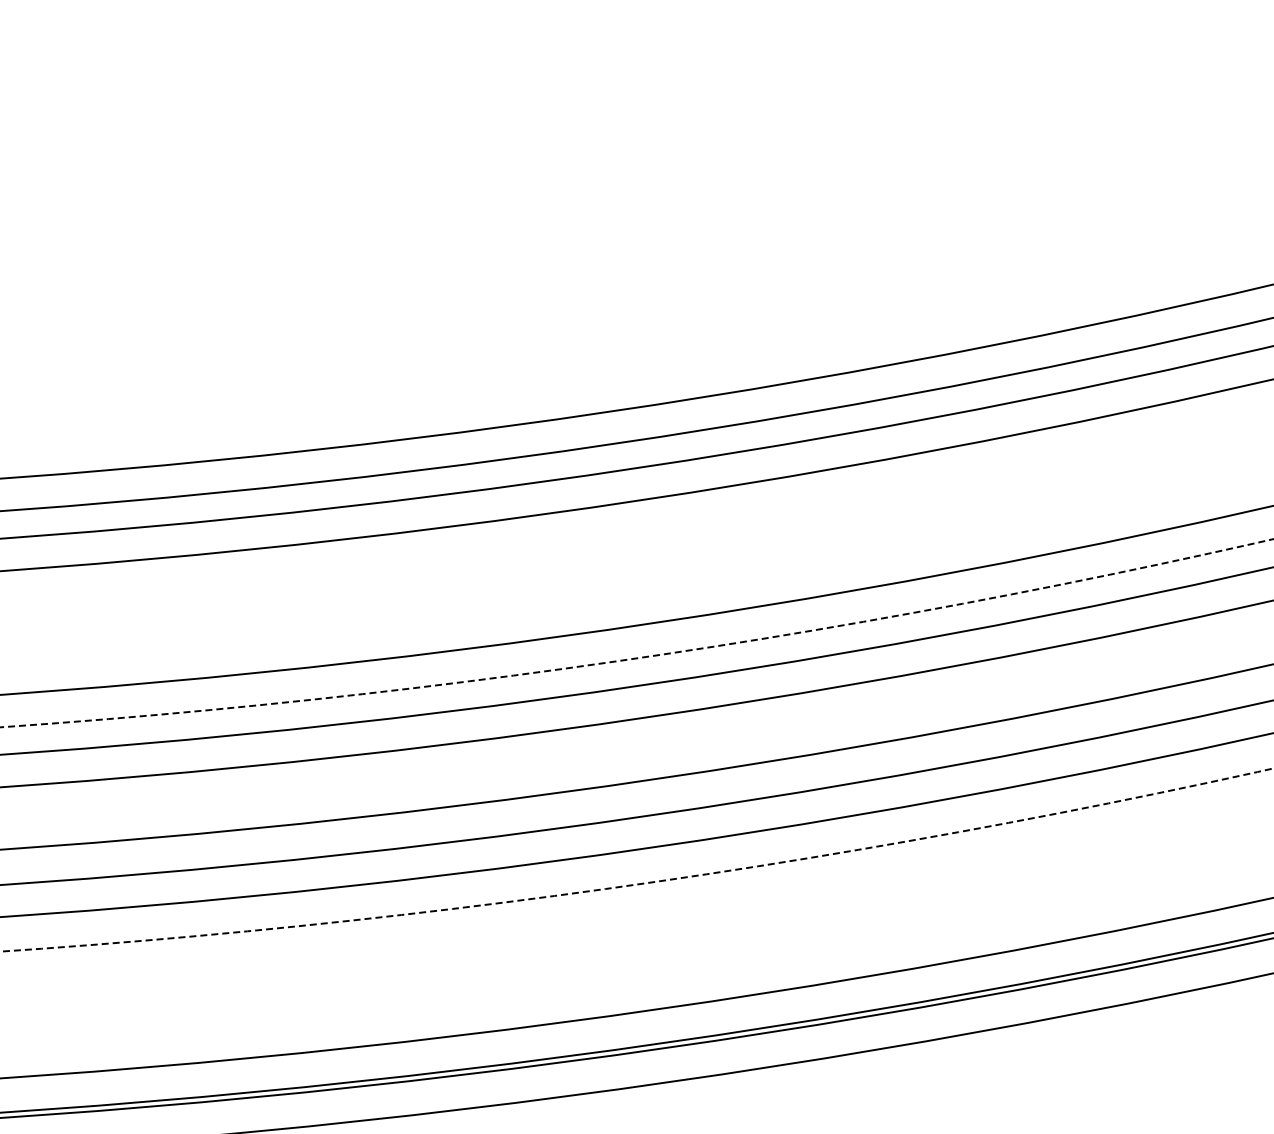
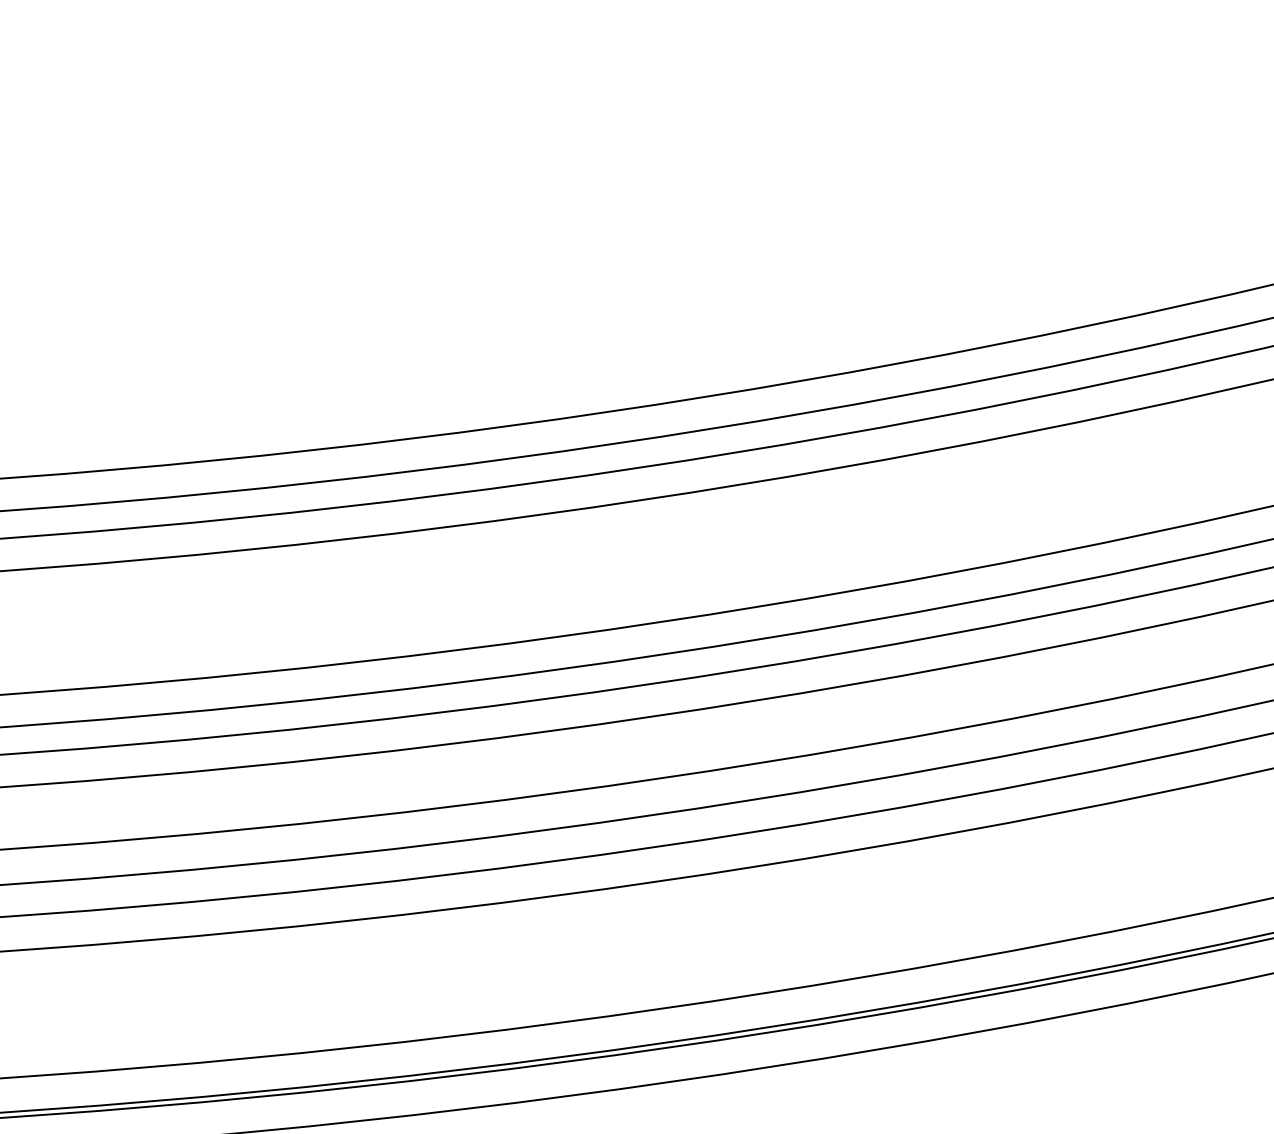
arc at (642, 657): dashed -> solid
arc at (641, 883): dashed -> solid
